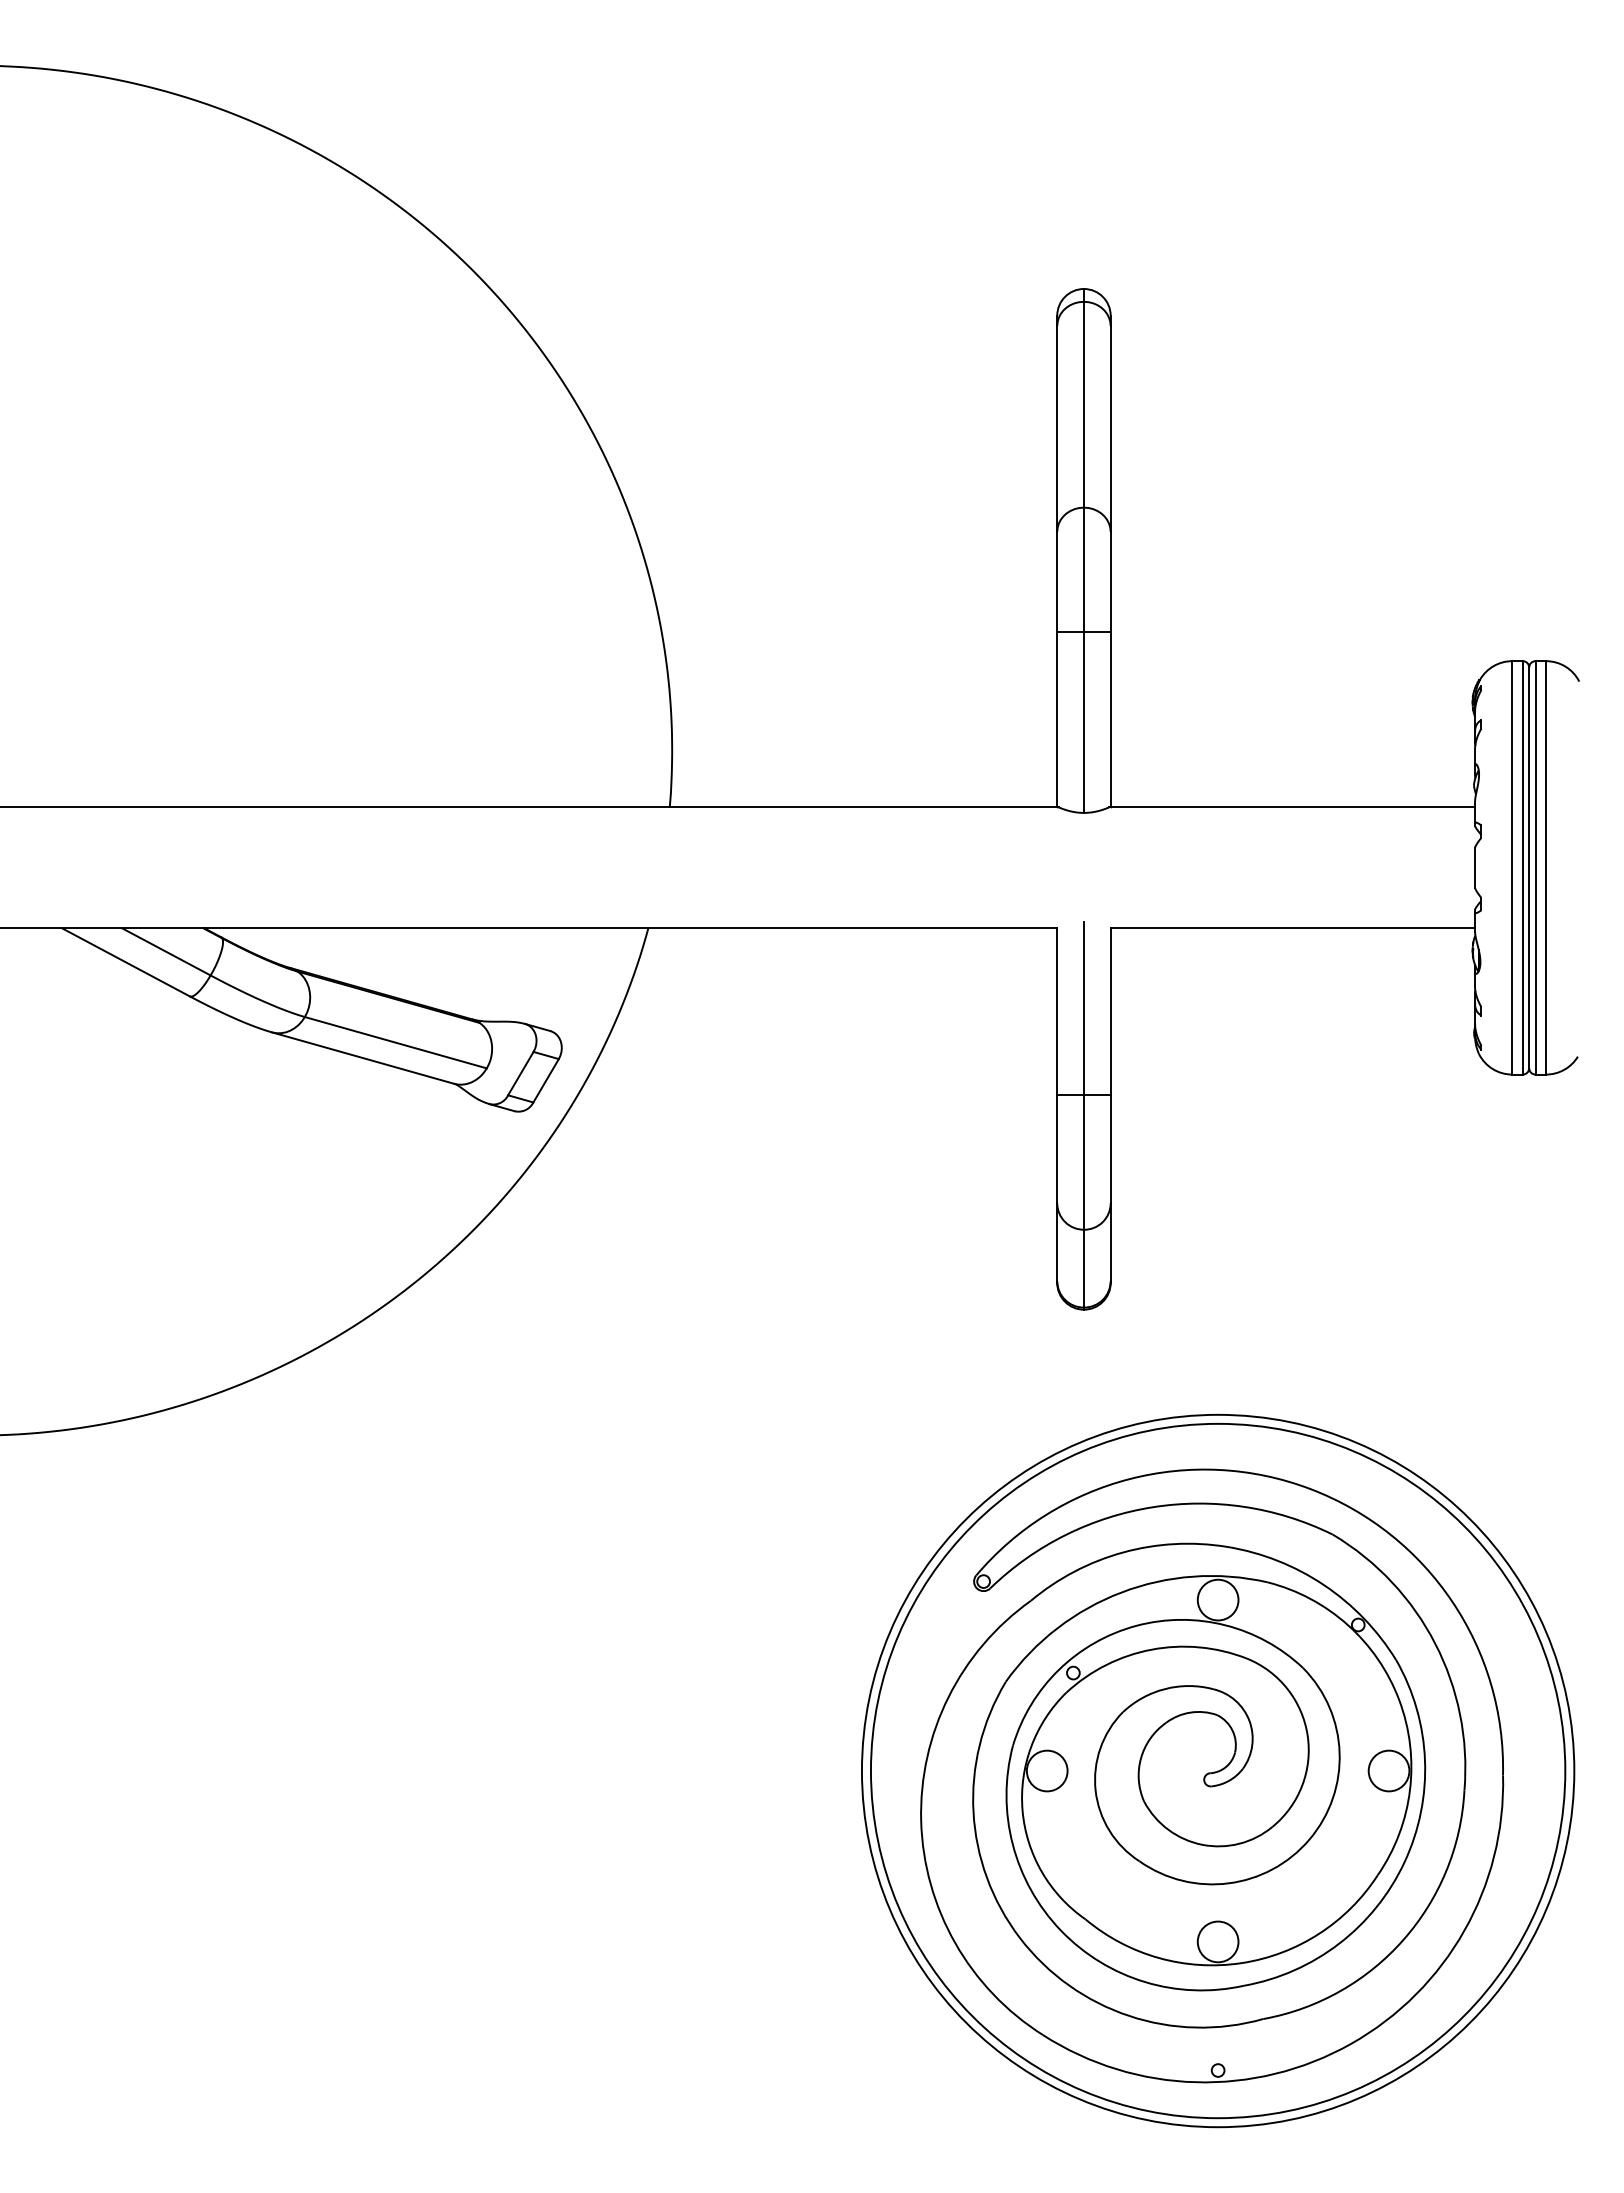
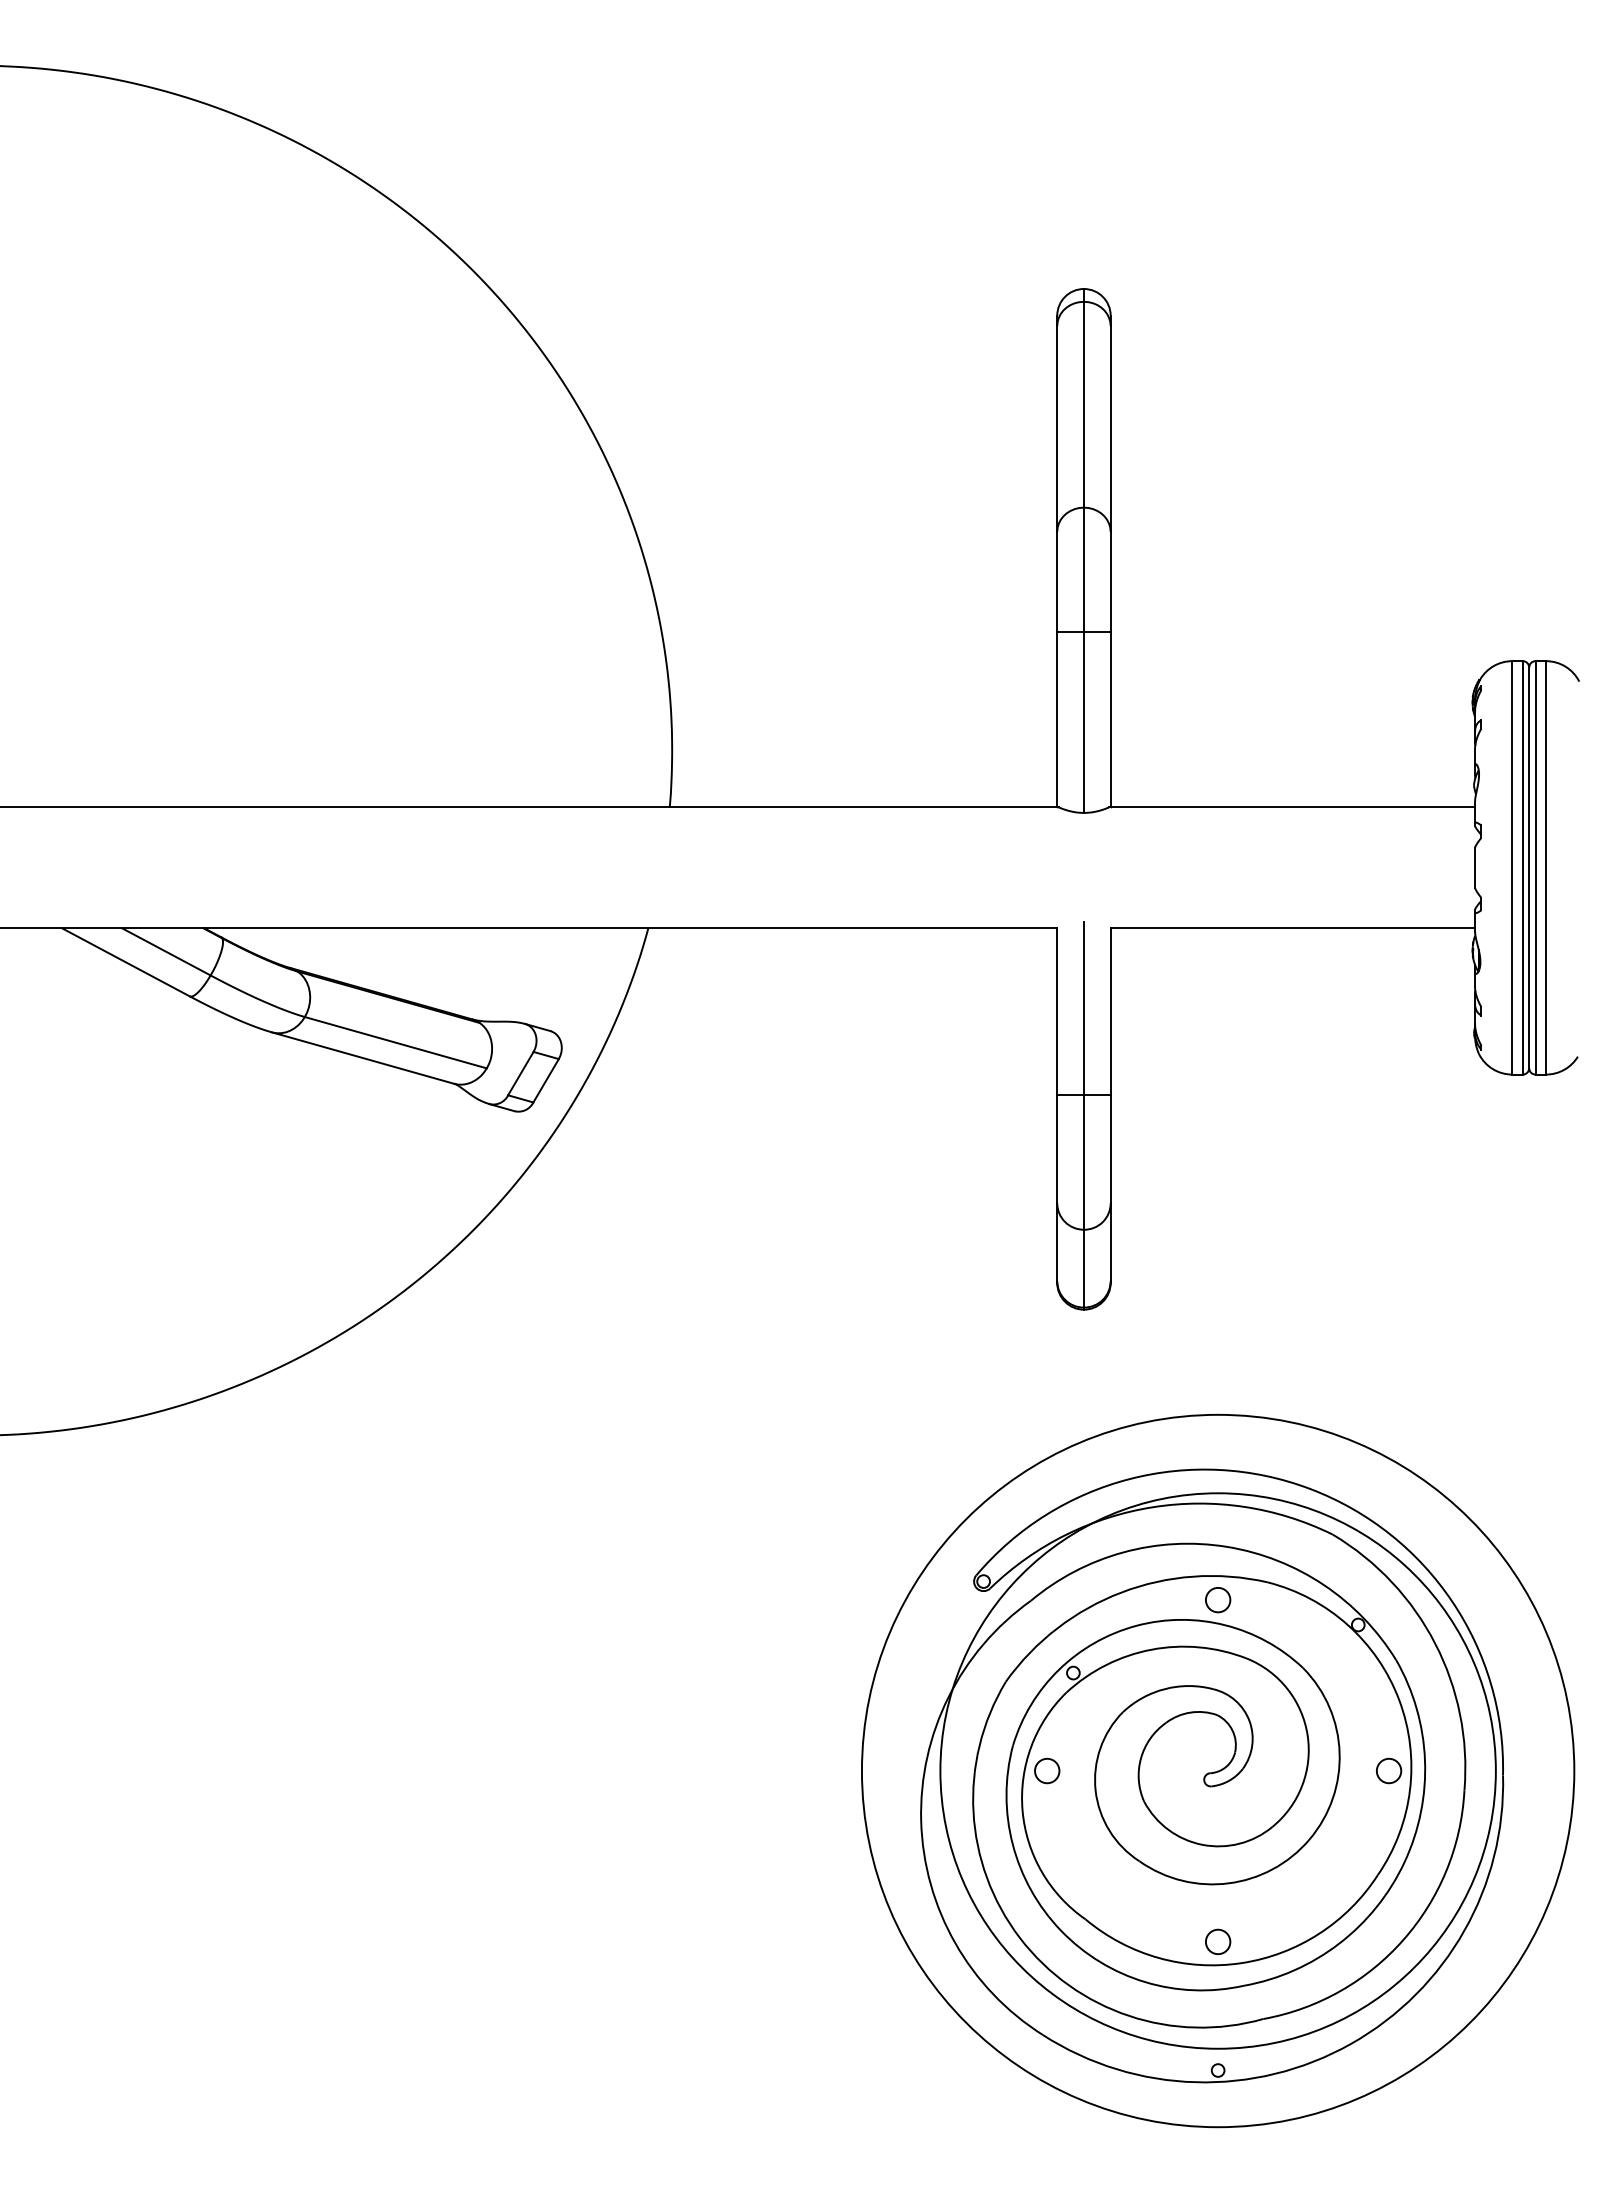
circle at (1217, 1599) diameter: 41 px -> 24 px
circle at (1046, 1770) diameter: 41 px -> 24 px
circle at (1217, 1770) diameter: 694 px -> 555 px
circle at (1388, 1770) diameter: 41 px -> 24 px
circle at (1217, 1941) diameter: 41 px -> 24 px
